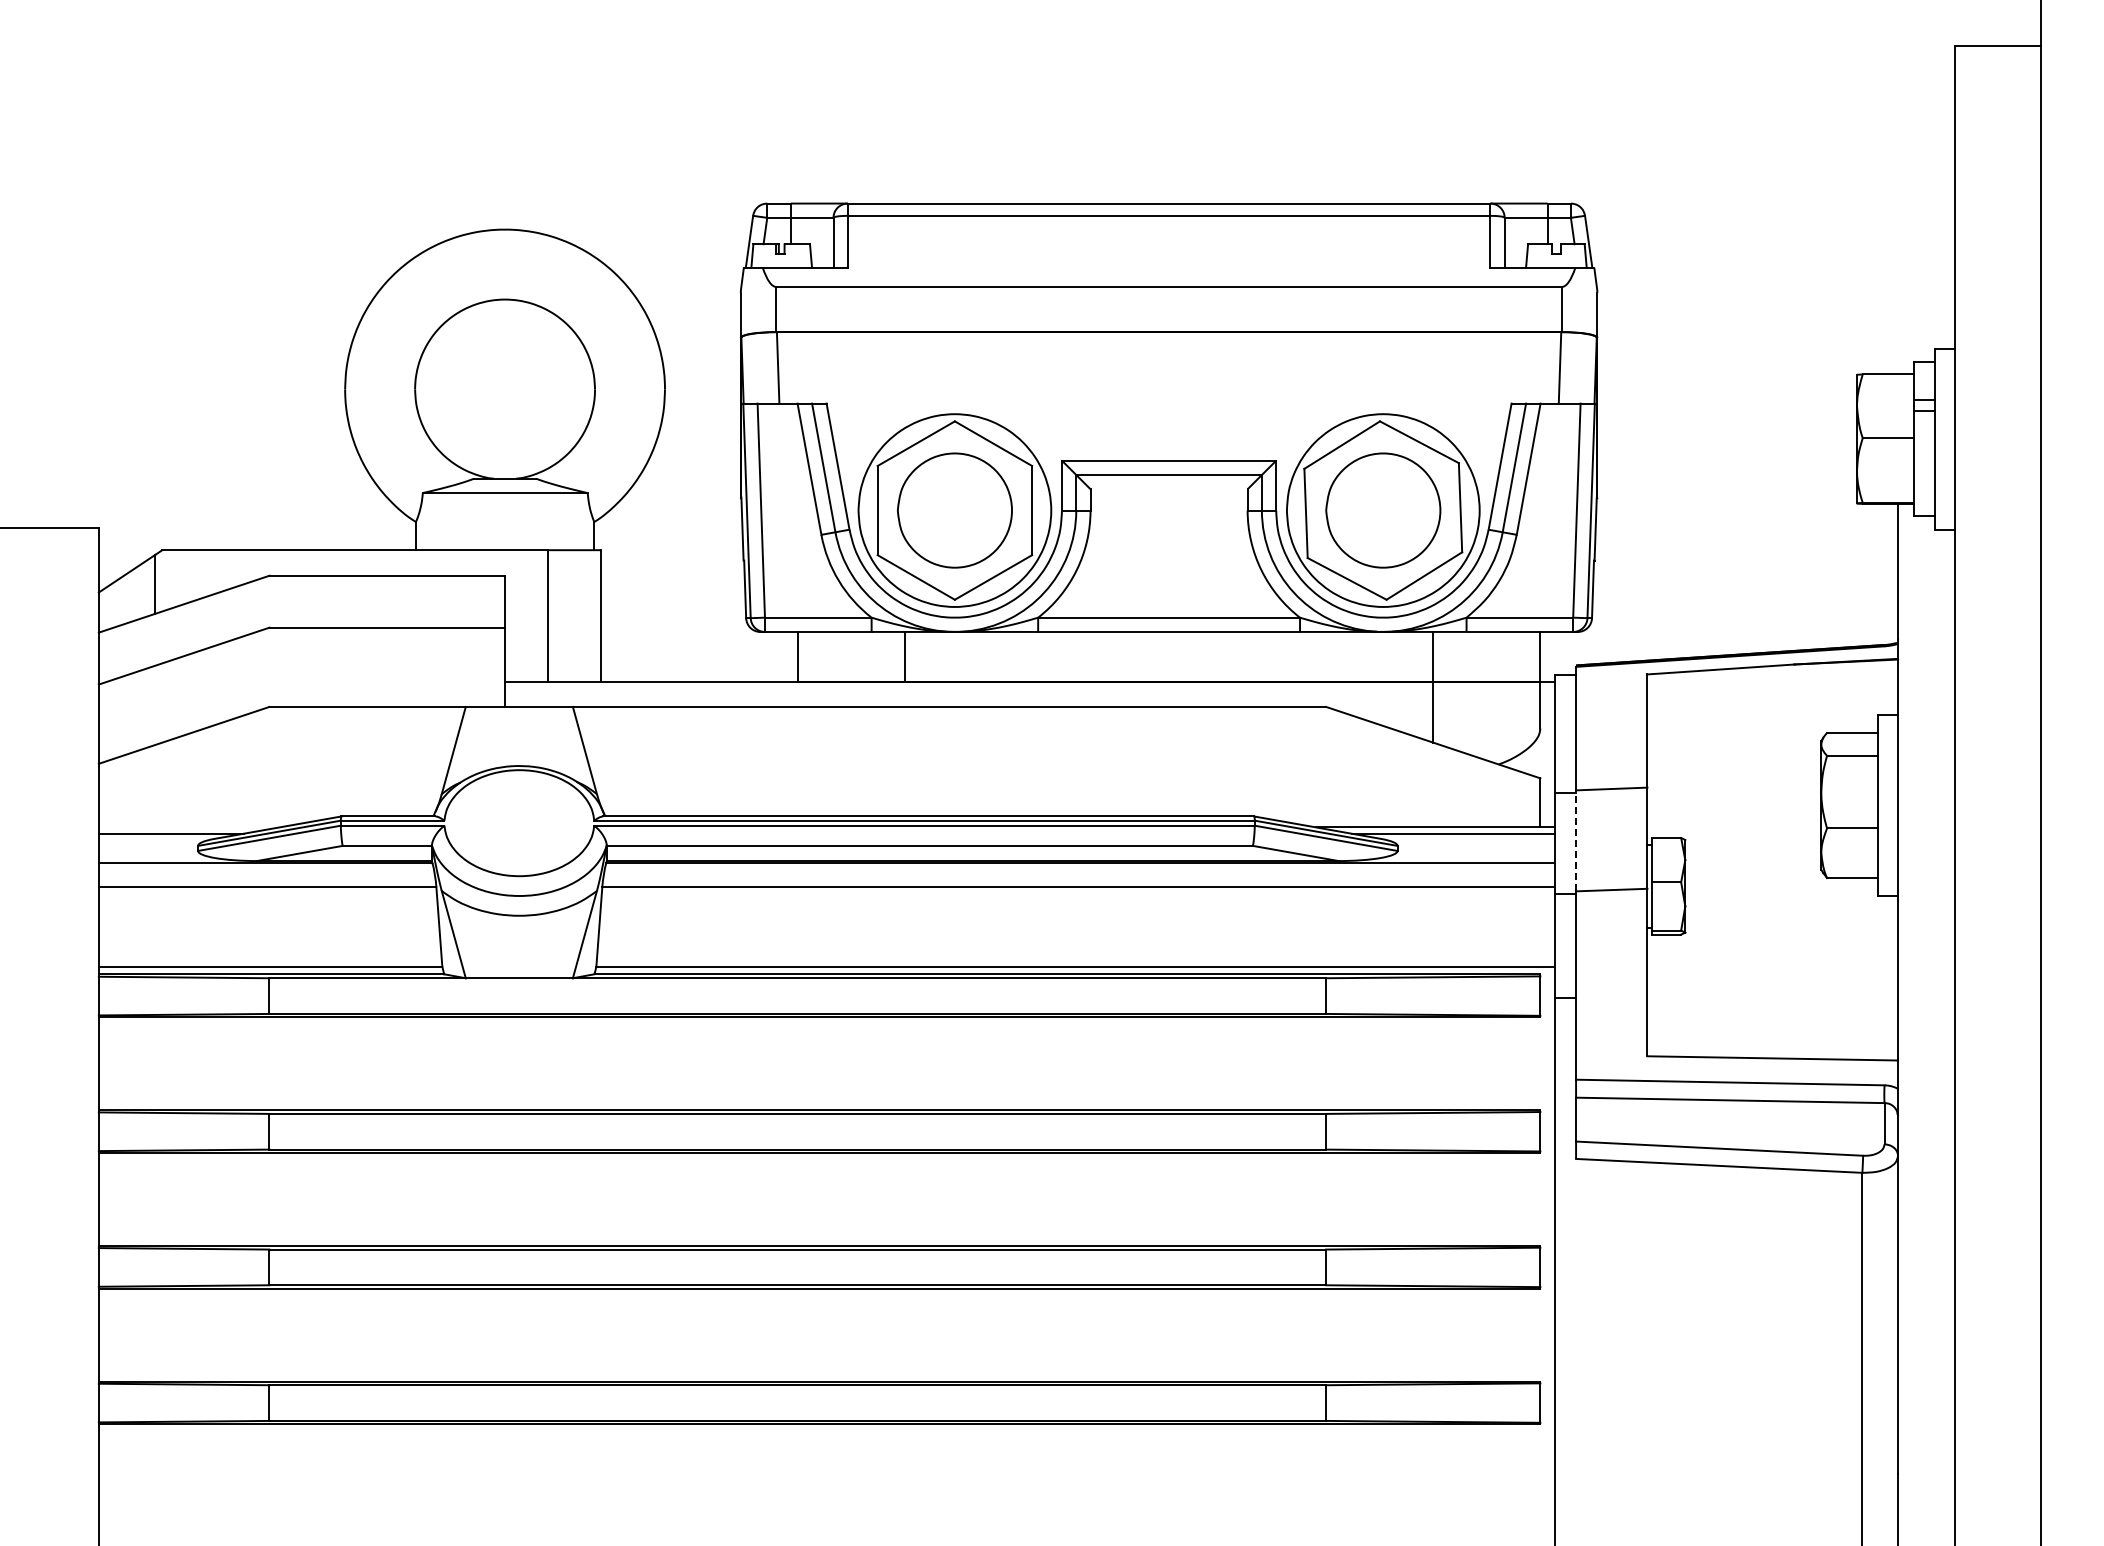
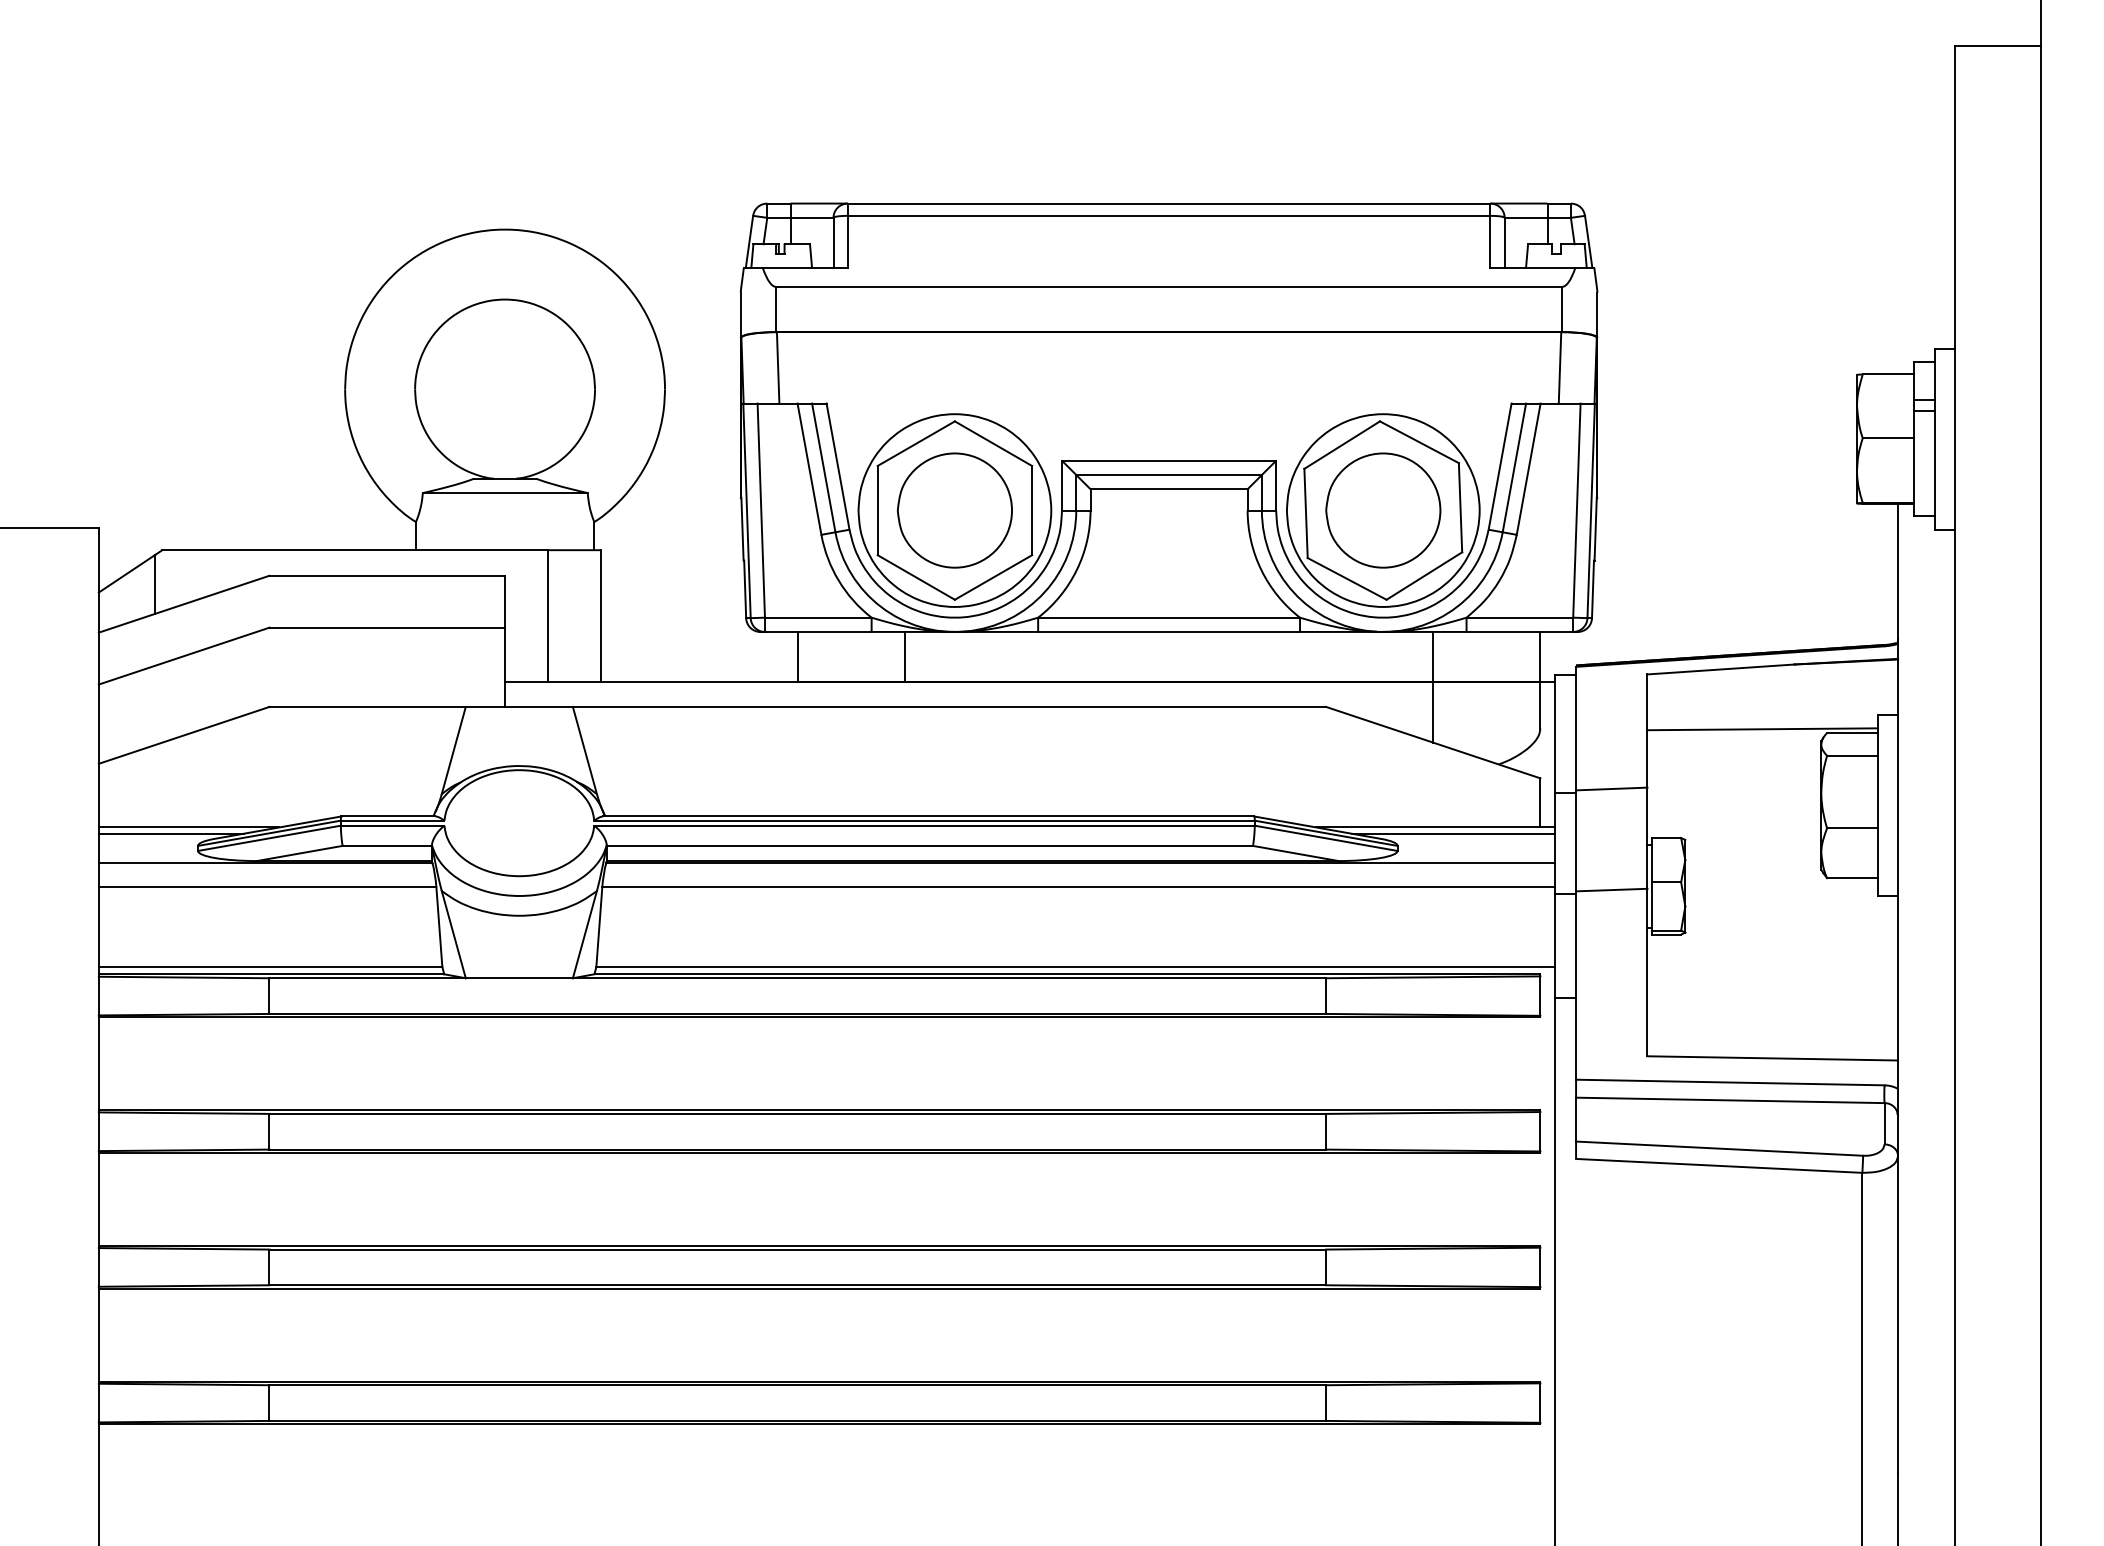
line at (1168, 489): none -> present
line at (1762, 729): none -> present
line at (188, 827): none -> present
line at (1576, 840): dashed -> solid
